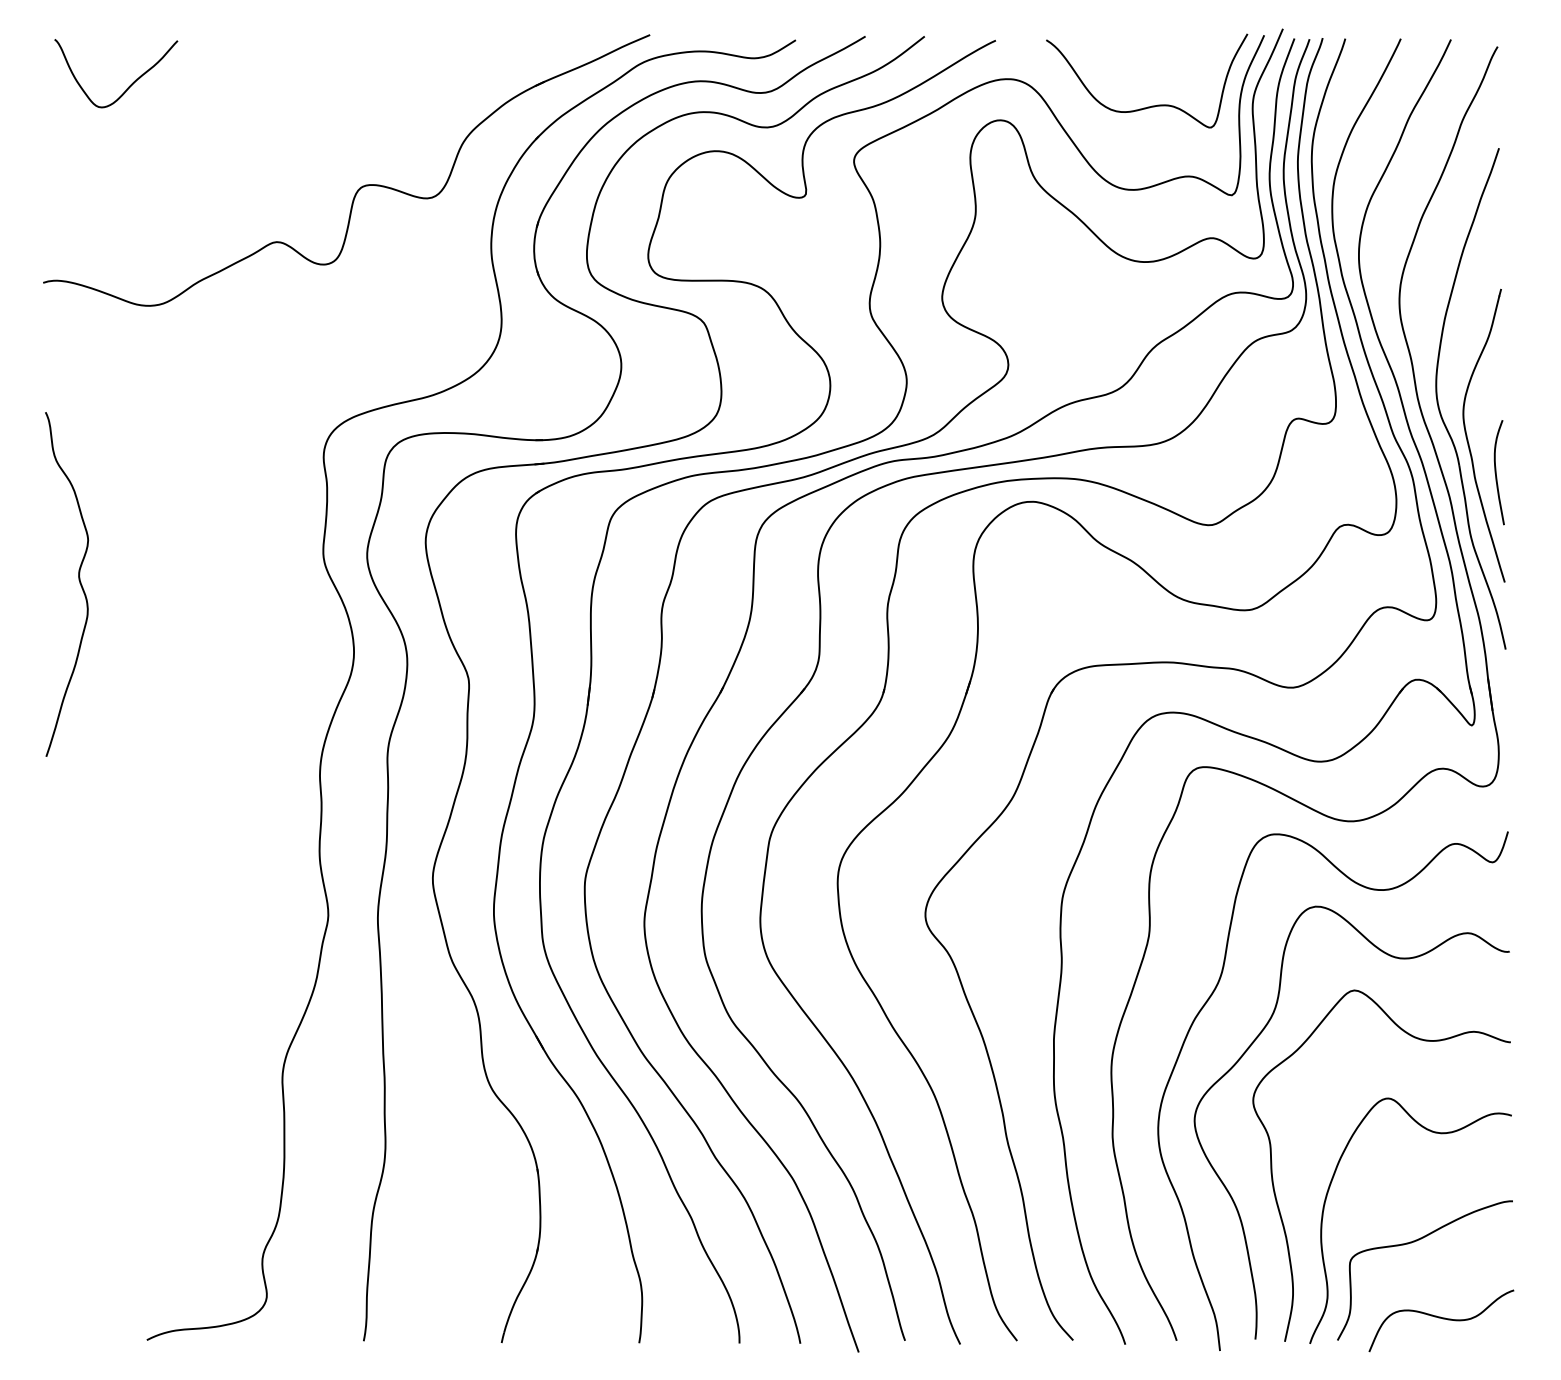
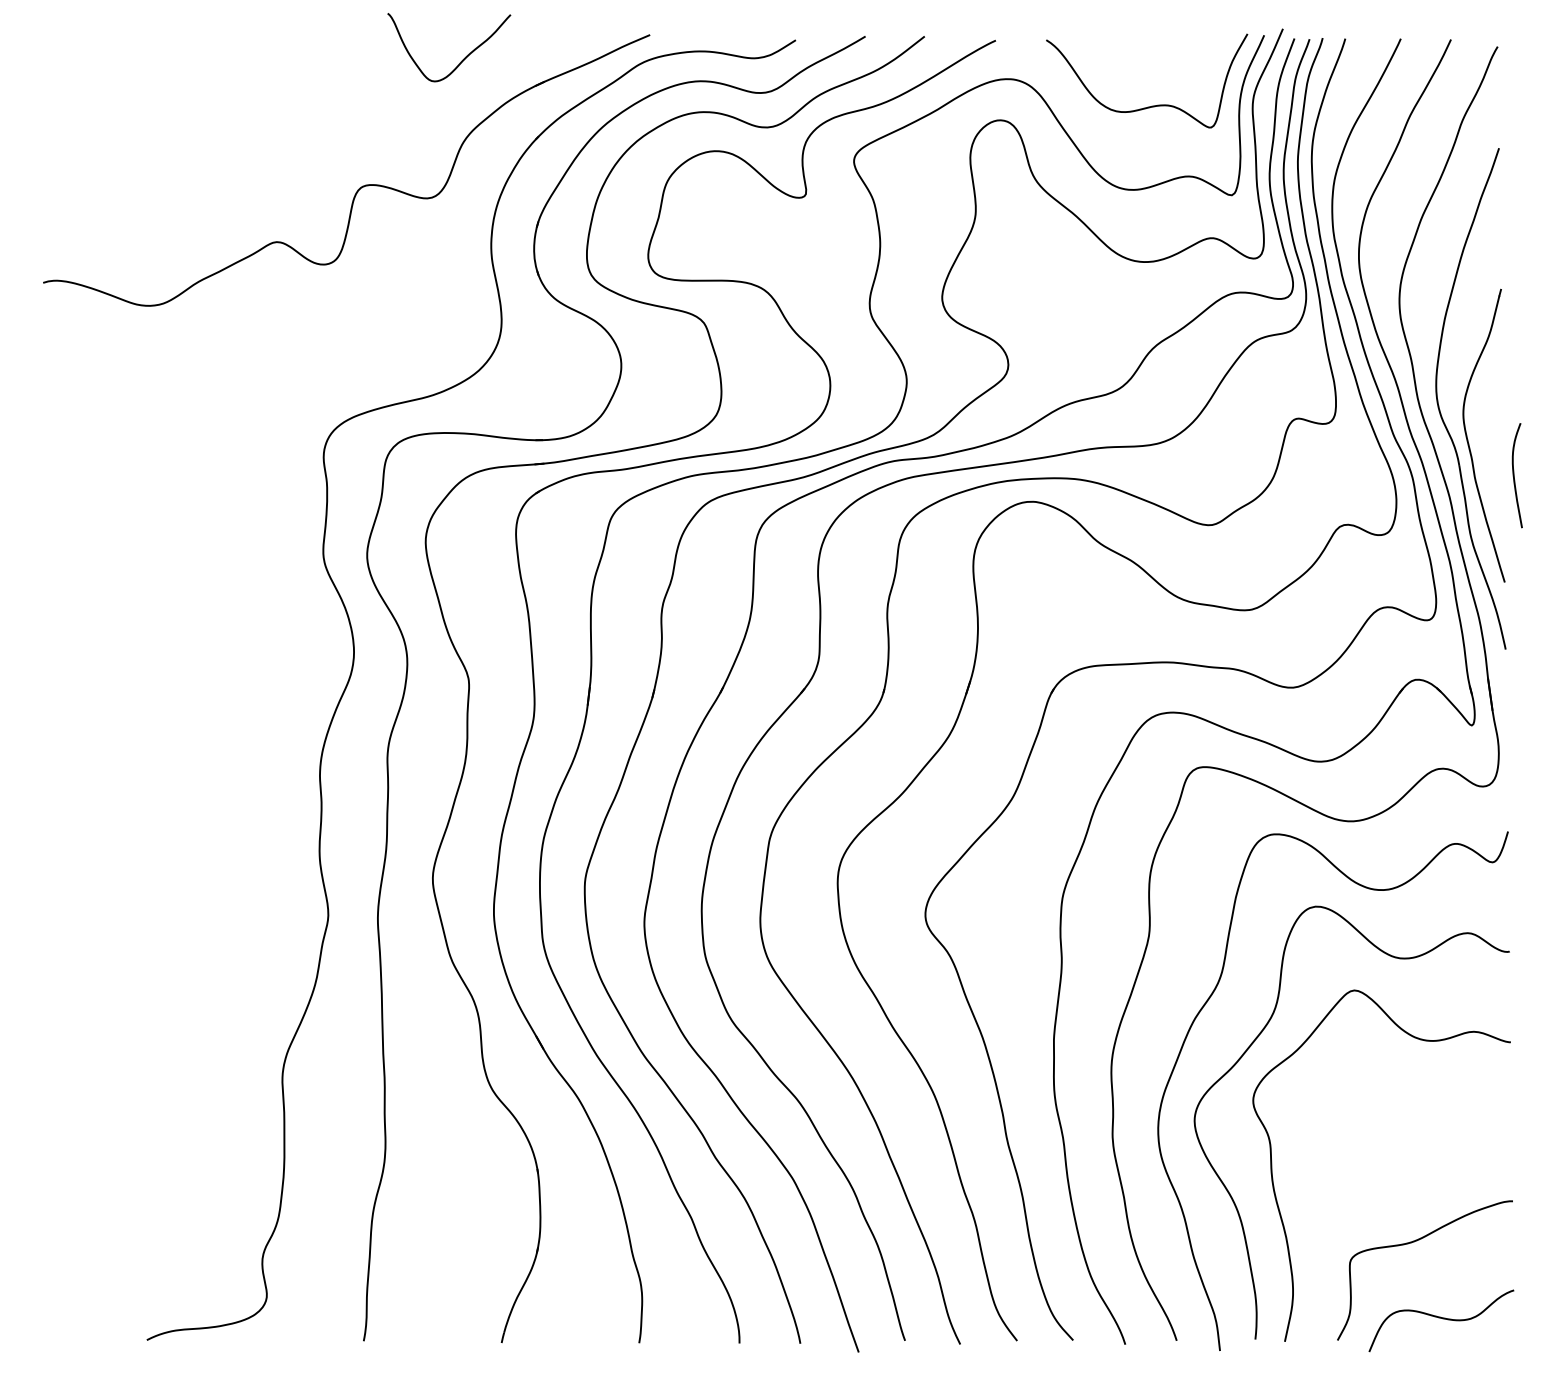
curve at (129, 85) position: (129, 85) -> (462, 59)
curve at (1496, 472) position: (1496, 472) -> (1514, 475)
curve at (78, 580): present -> none
curve at (1328, 1193): present -> none
